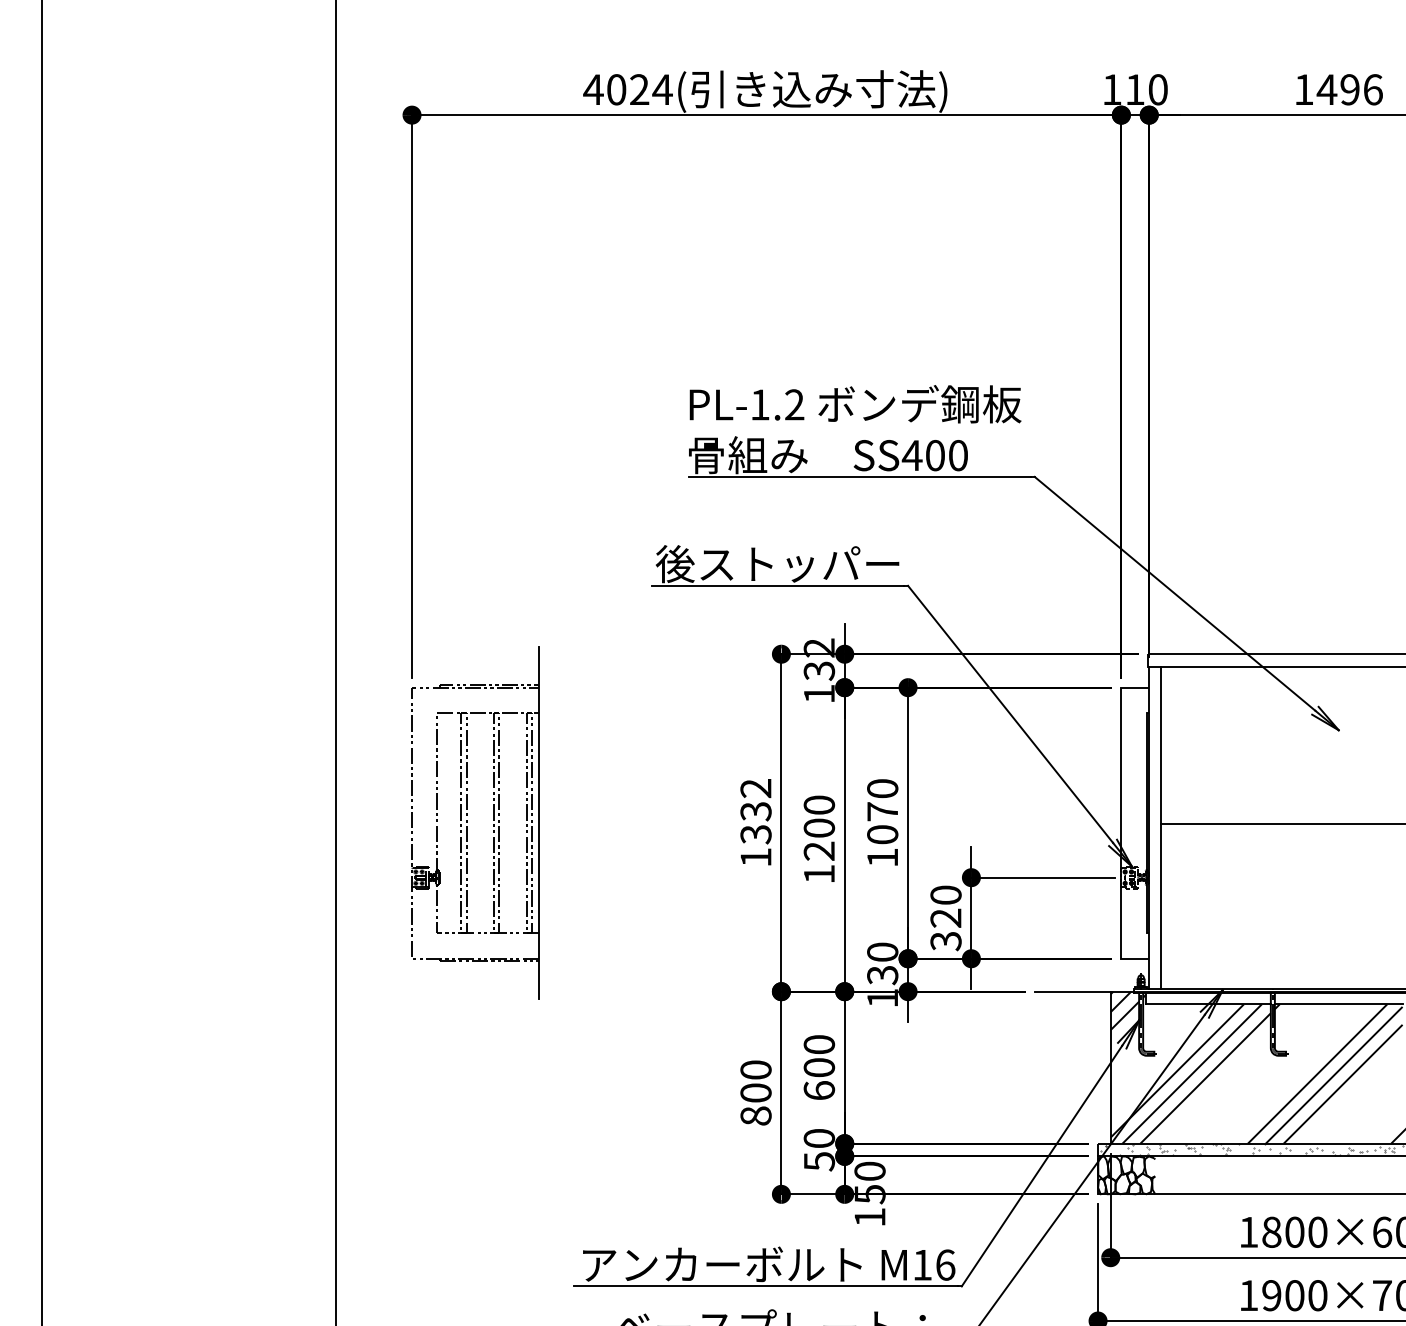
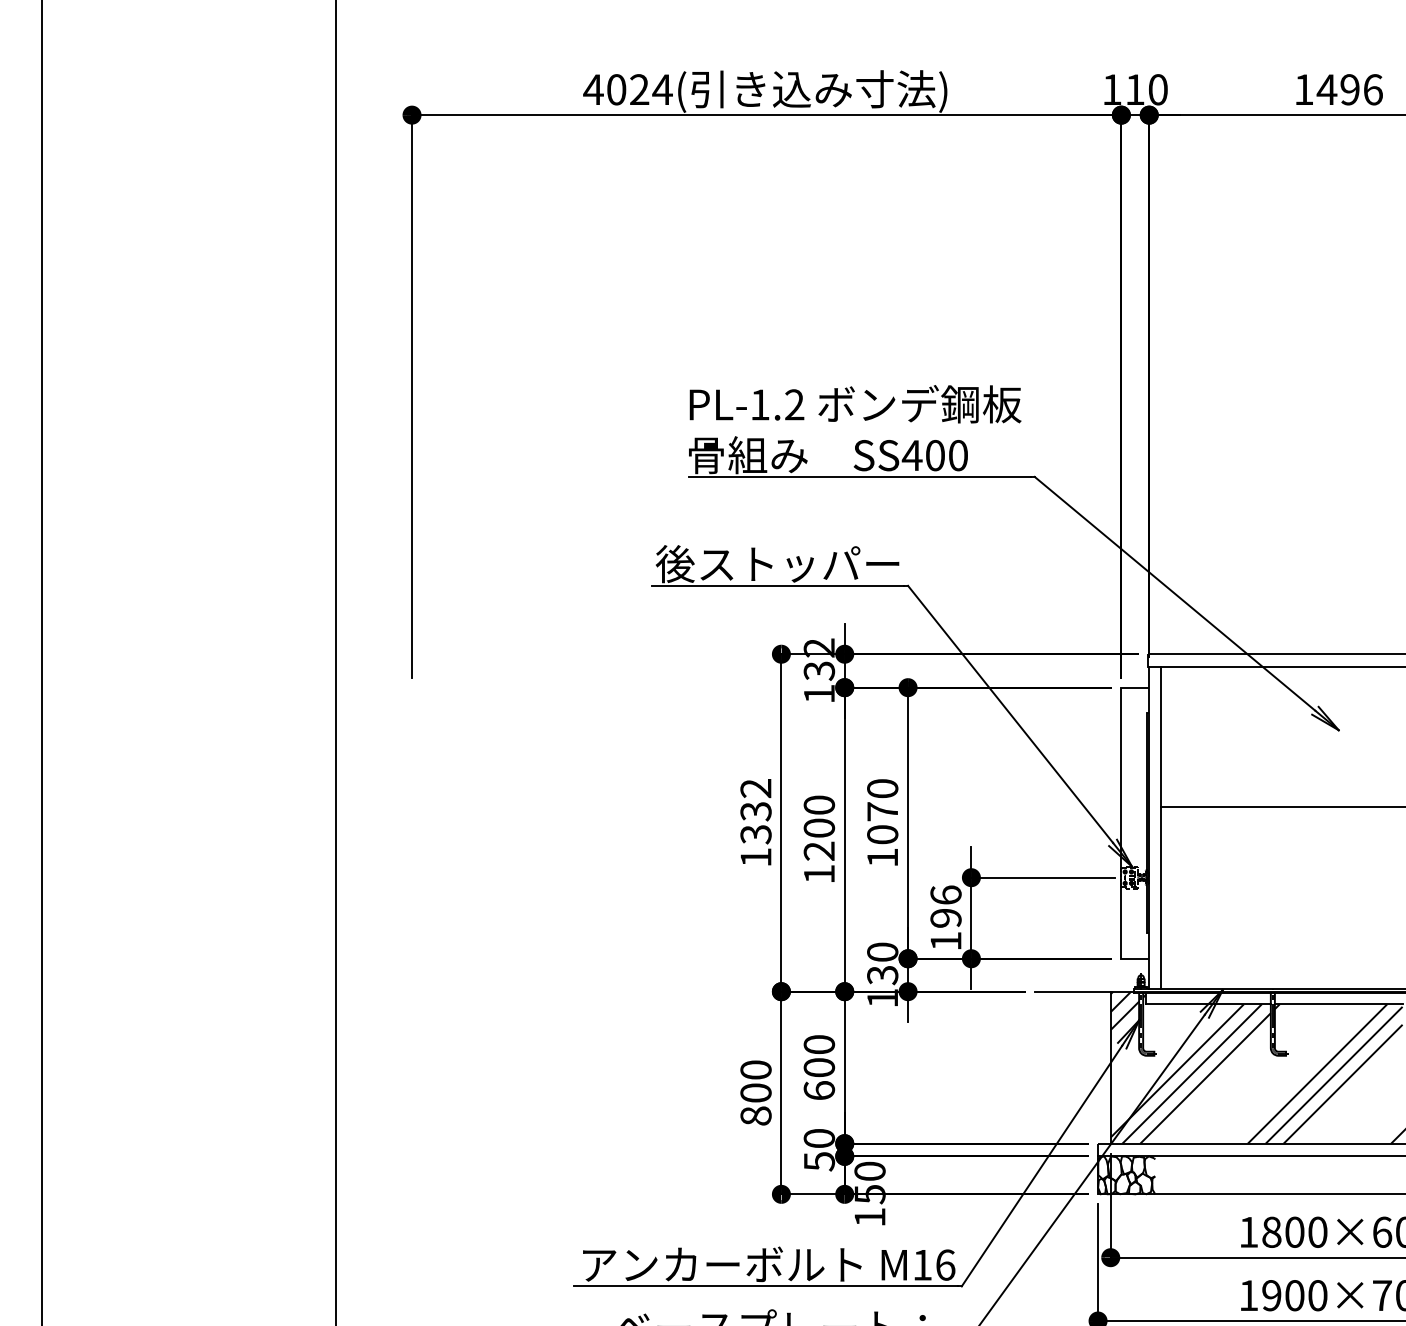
part at (467, 822): present -> none
line at (1281, 824) position: (1281, 824) -> (1281, 807)
text at (945, 918): 320 -> 196
hatch at (1251, 1149): present -> none
